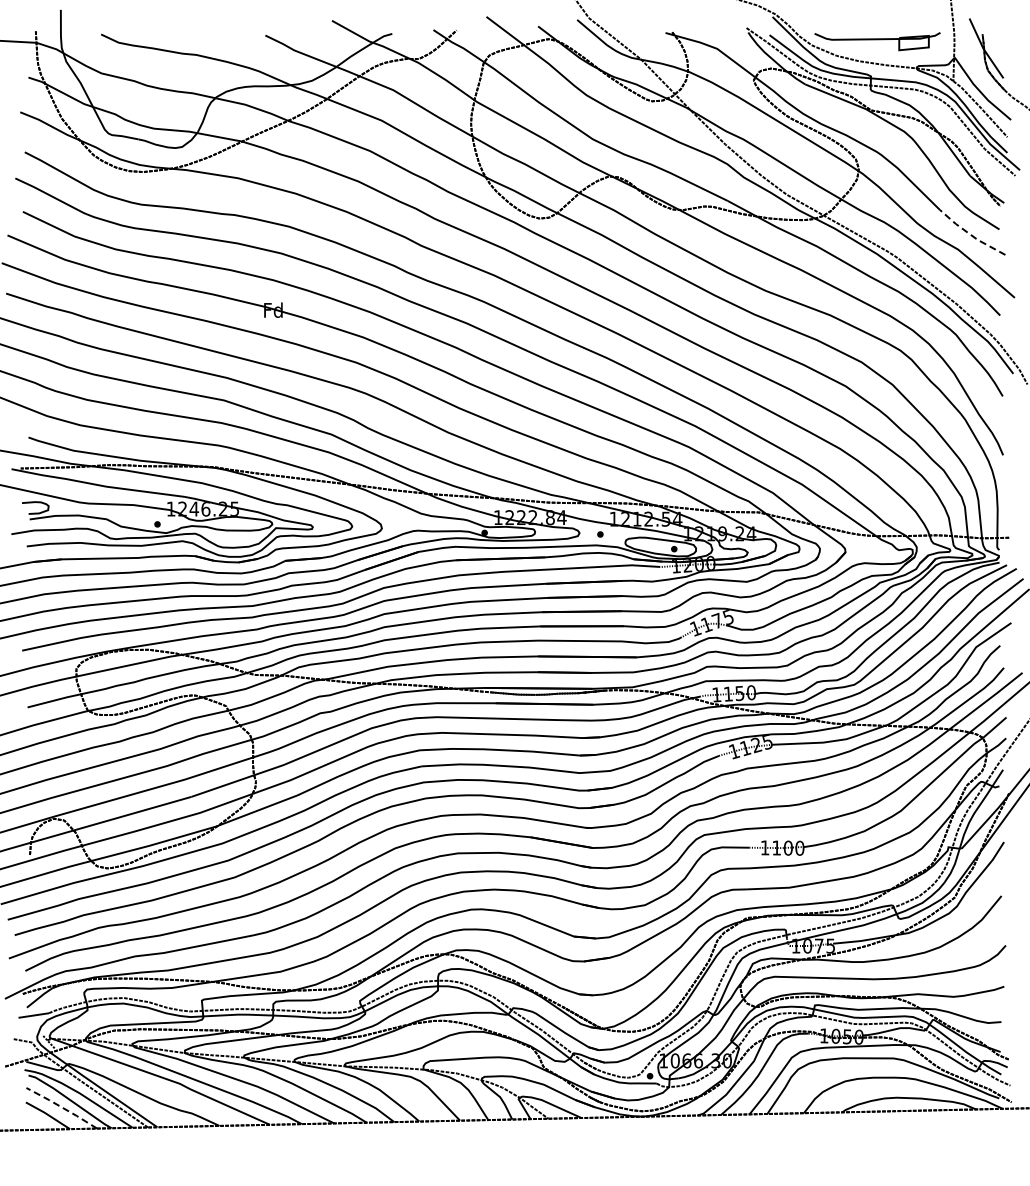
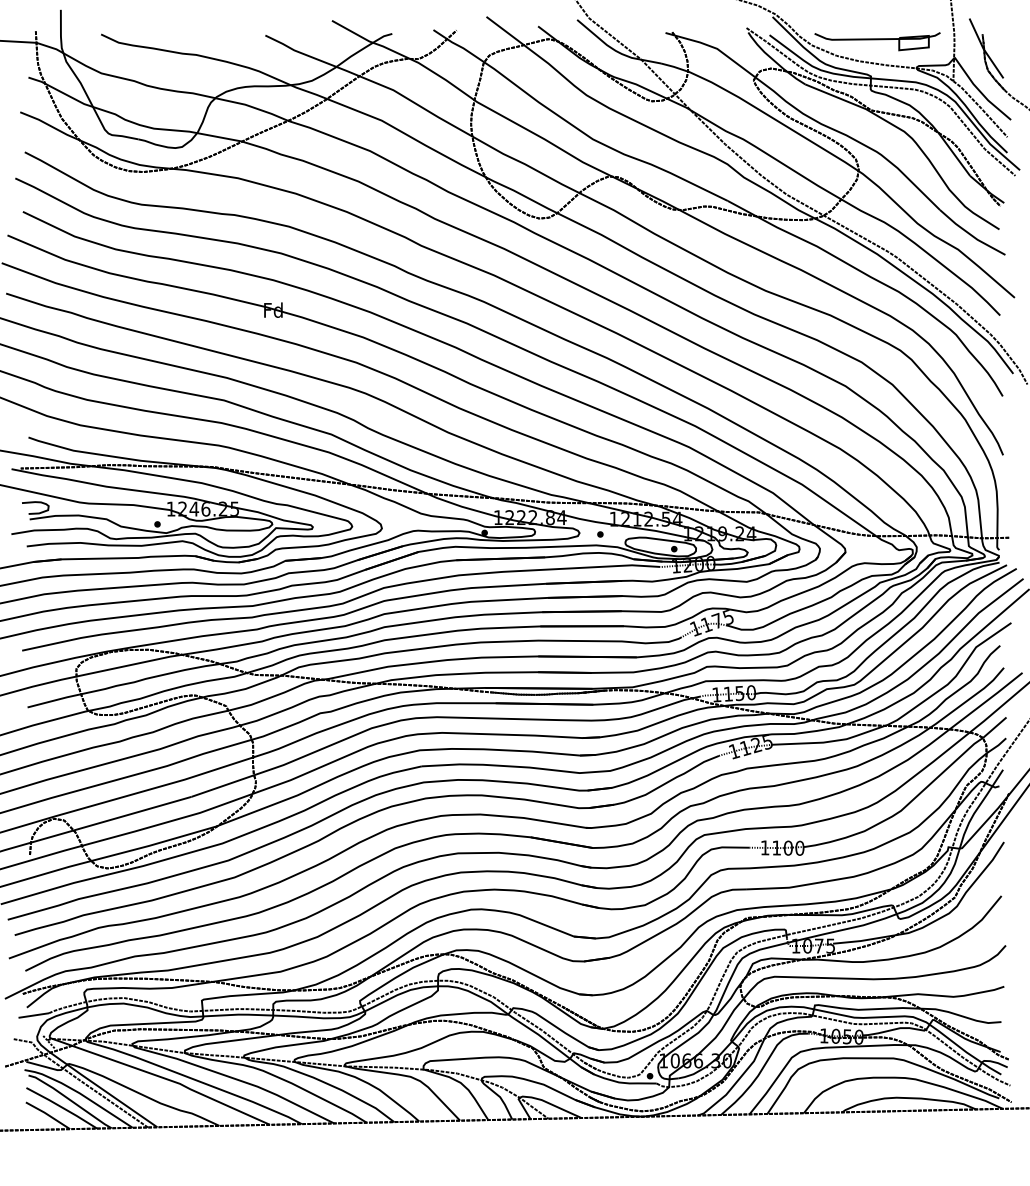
line at (970, 234): dashed -> solid
line at (62, 1107): dashed -> solid
